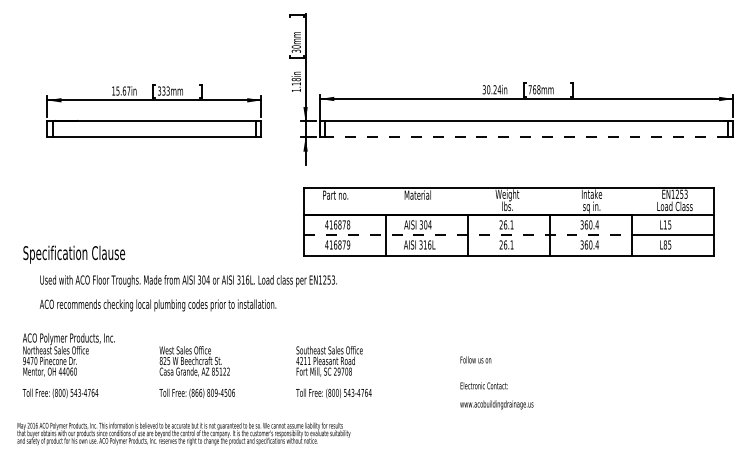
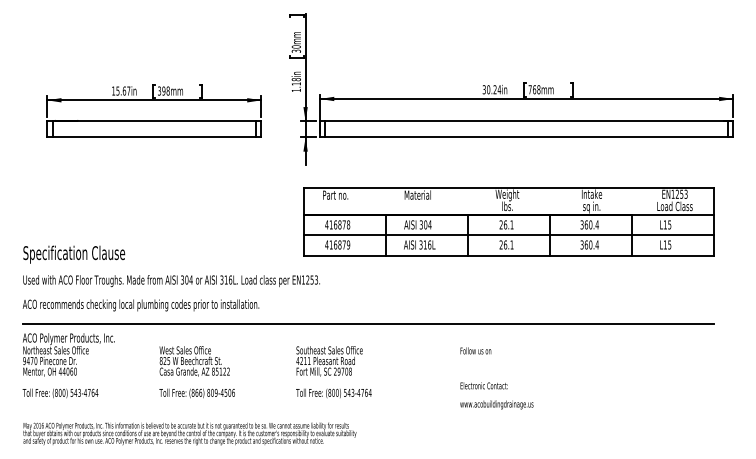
text at (165, 90): 333mm -> 398mm
line at (526, 137): dashed -> solid
line at (468, 235): dashed -> solid
text at (665, 244): L85 -> L15
text at (187, 293) position: (187, 293) -> (170, 293)
line at (368, 324): none -> present
text at (475, 359) position: (475, 359) -> (475, 350)
text at (183, 433) position: (183, 433) -> (189, 433)
